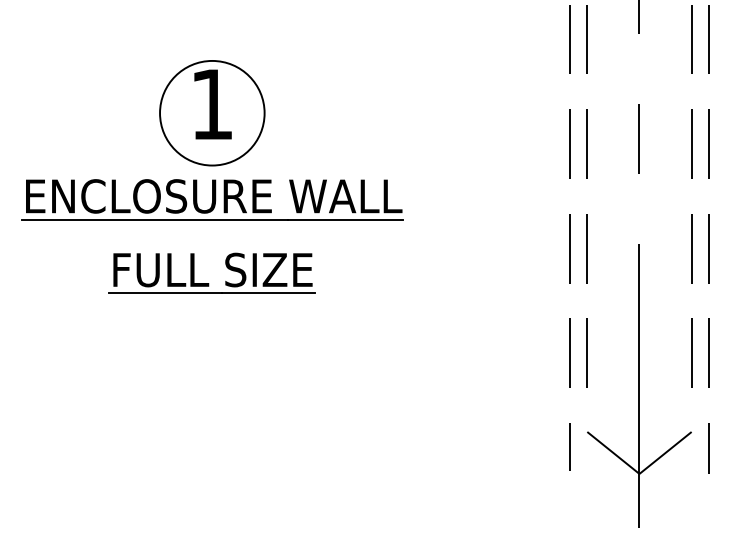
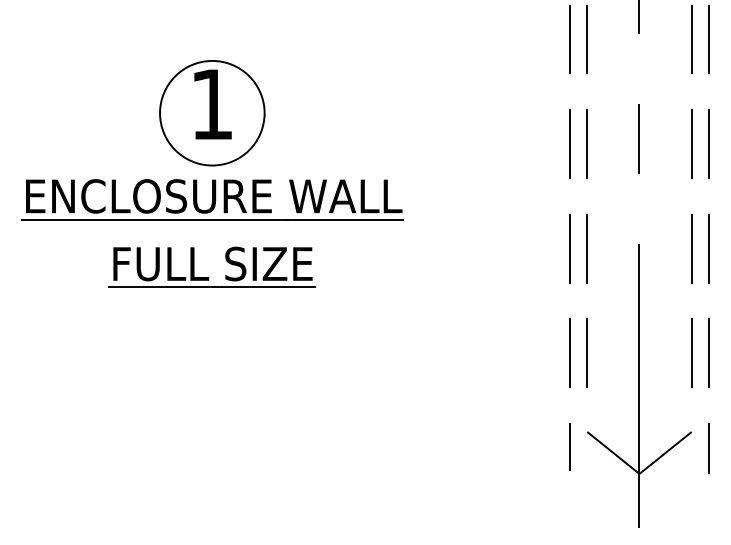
part at (209, 283) position: (209, 283) -> (209, 277)
